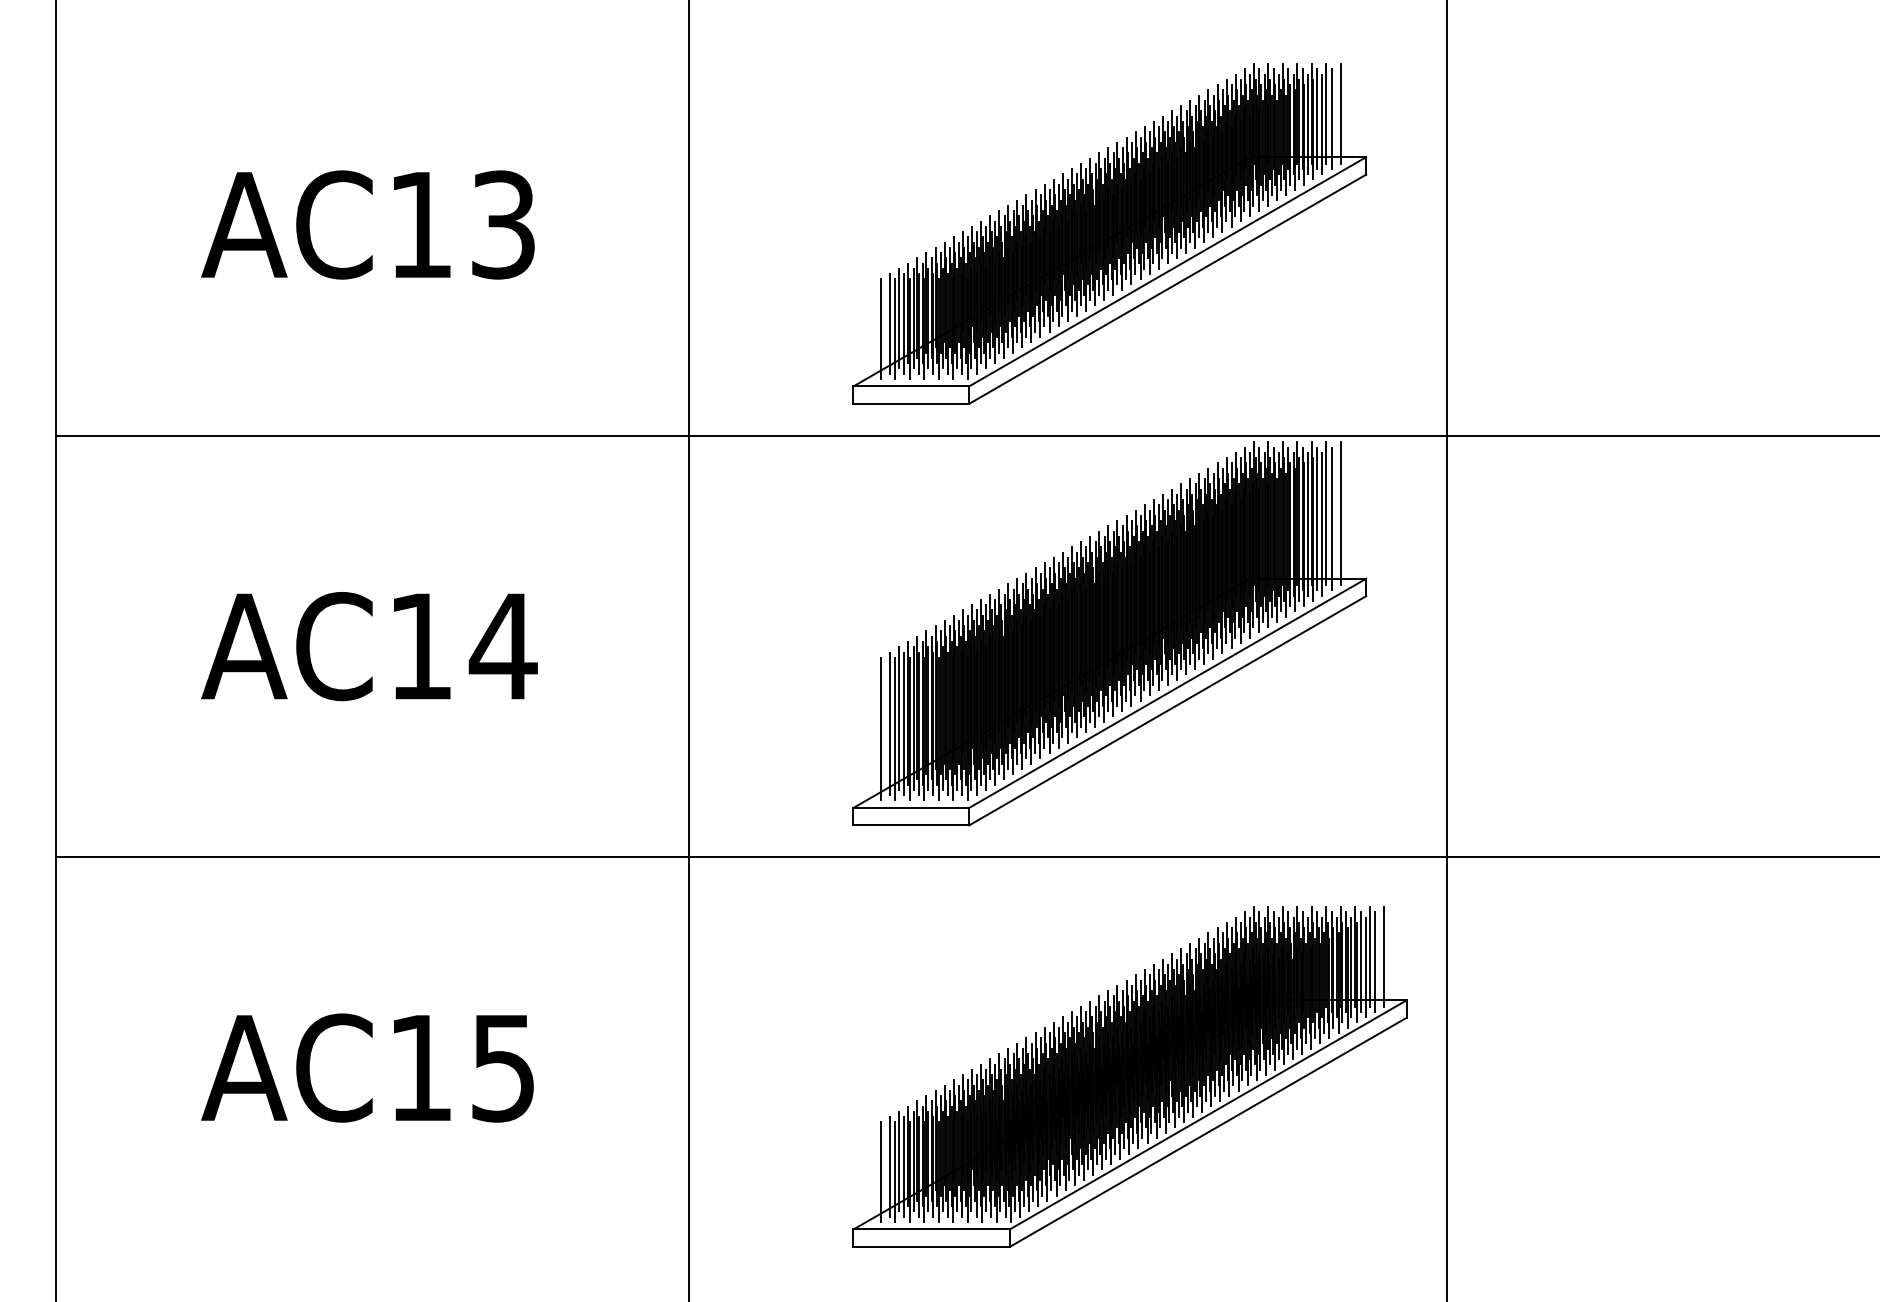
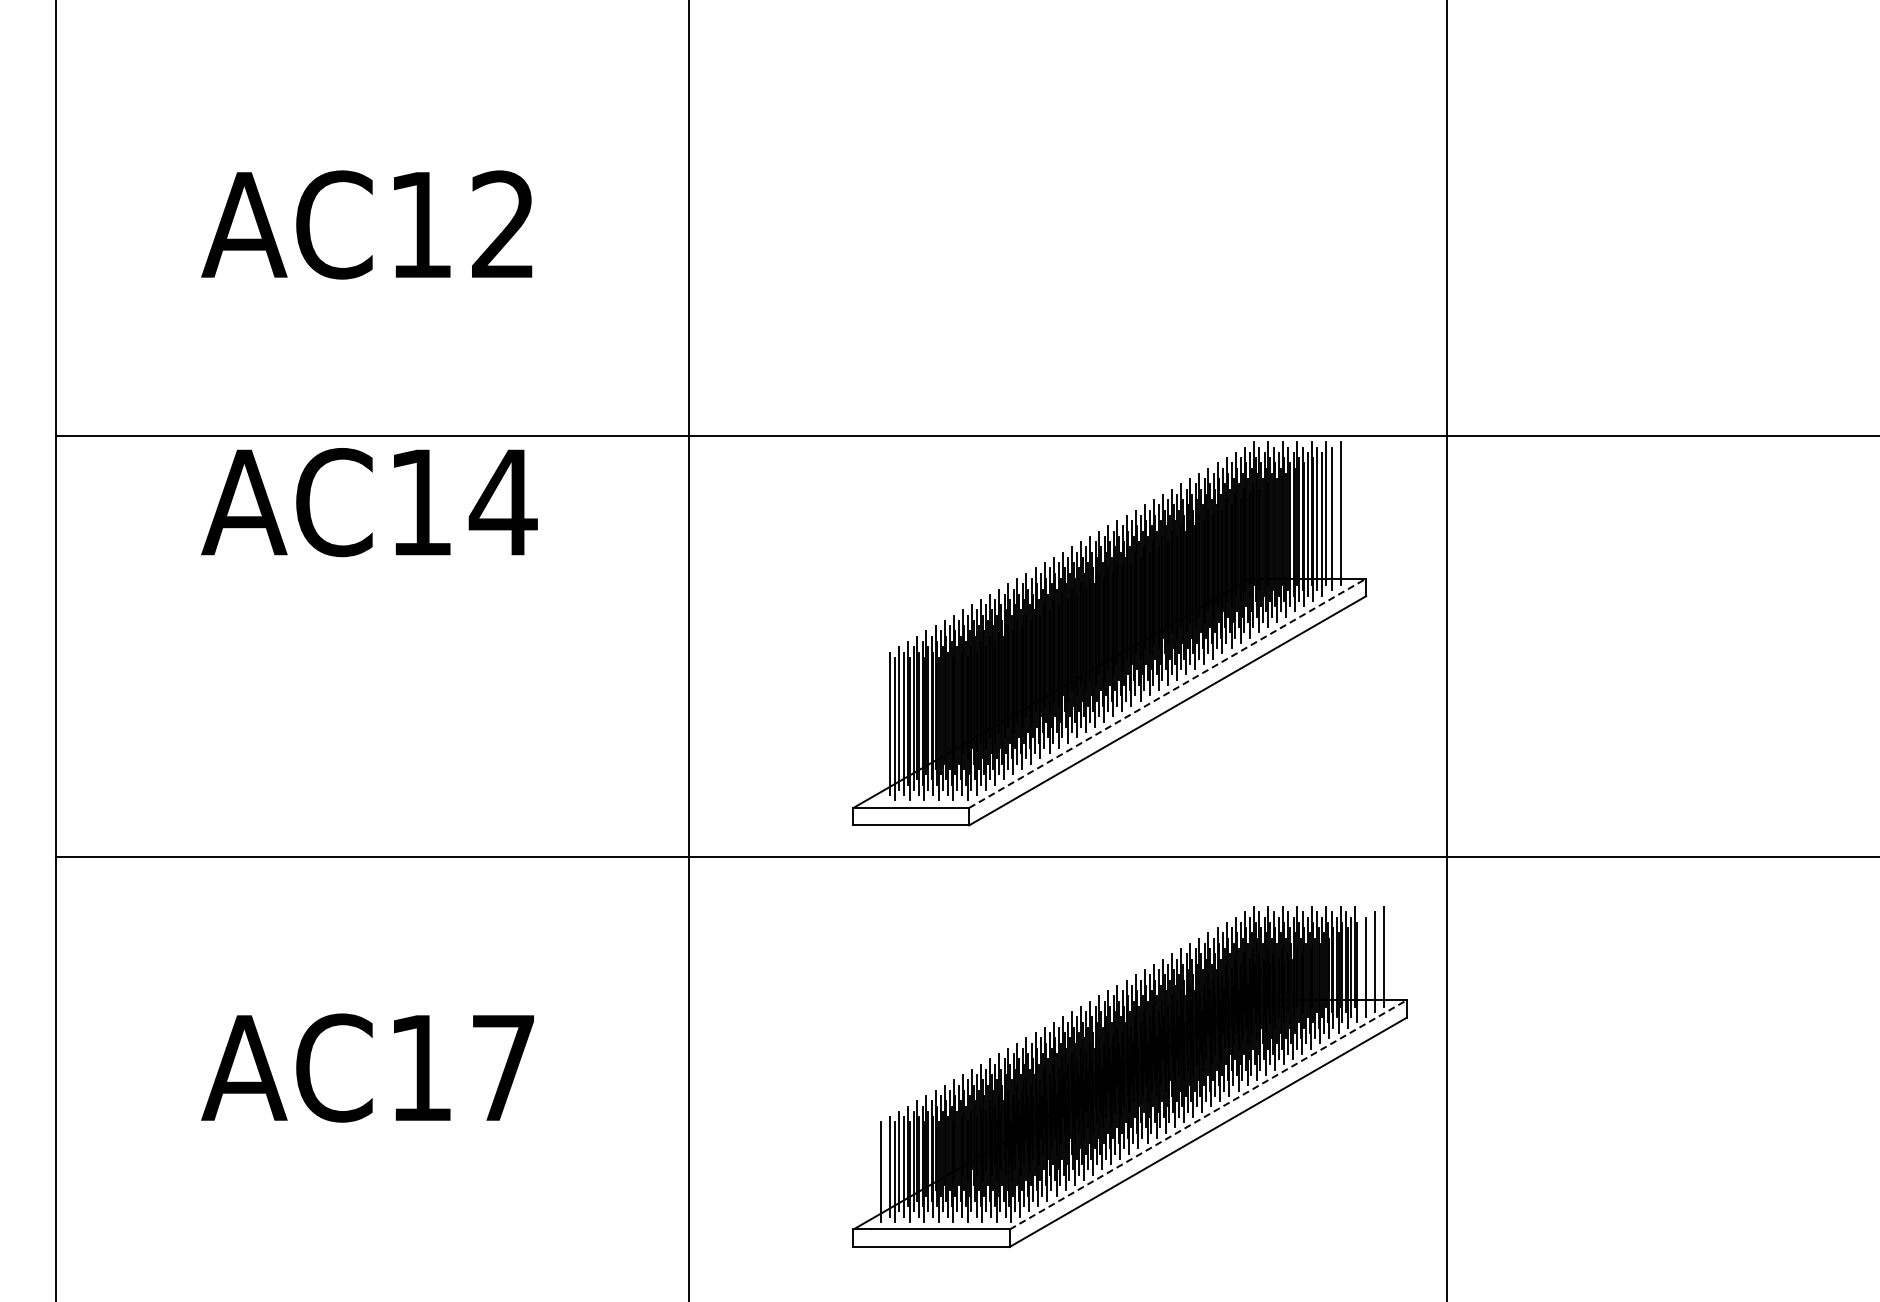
text at (503, 224): AC13 -> AC12
part at (1109, 233): present -> none
text at (369, 646) position: (369, 646) -> (369, 502)
line at (1168, 693): solid -> dashed
line at (880, 728): present -> none
line at (1369, 956): present -> none
line at (1360, 961): present -> none
text at (502, 1068): AC15 -> AC17
line at (1208, 1114): solid -> dashed
